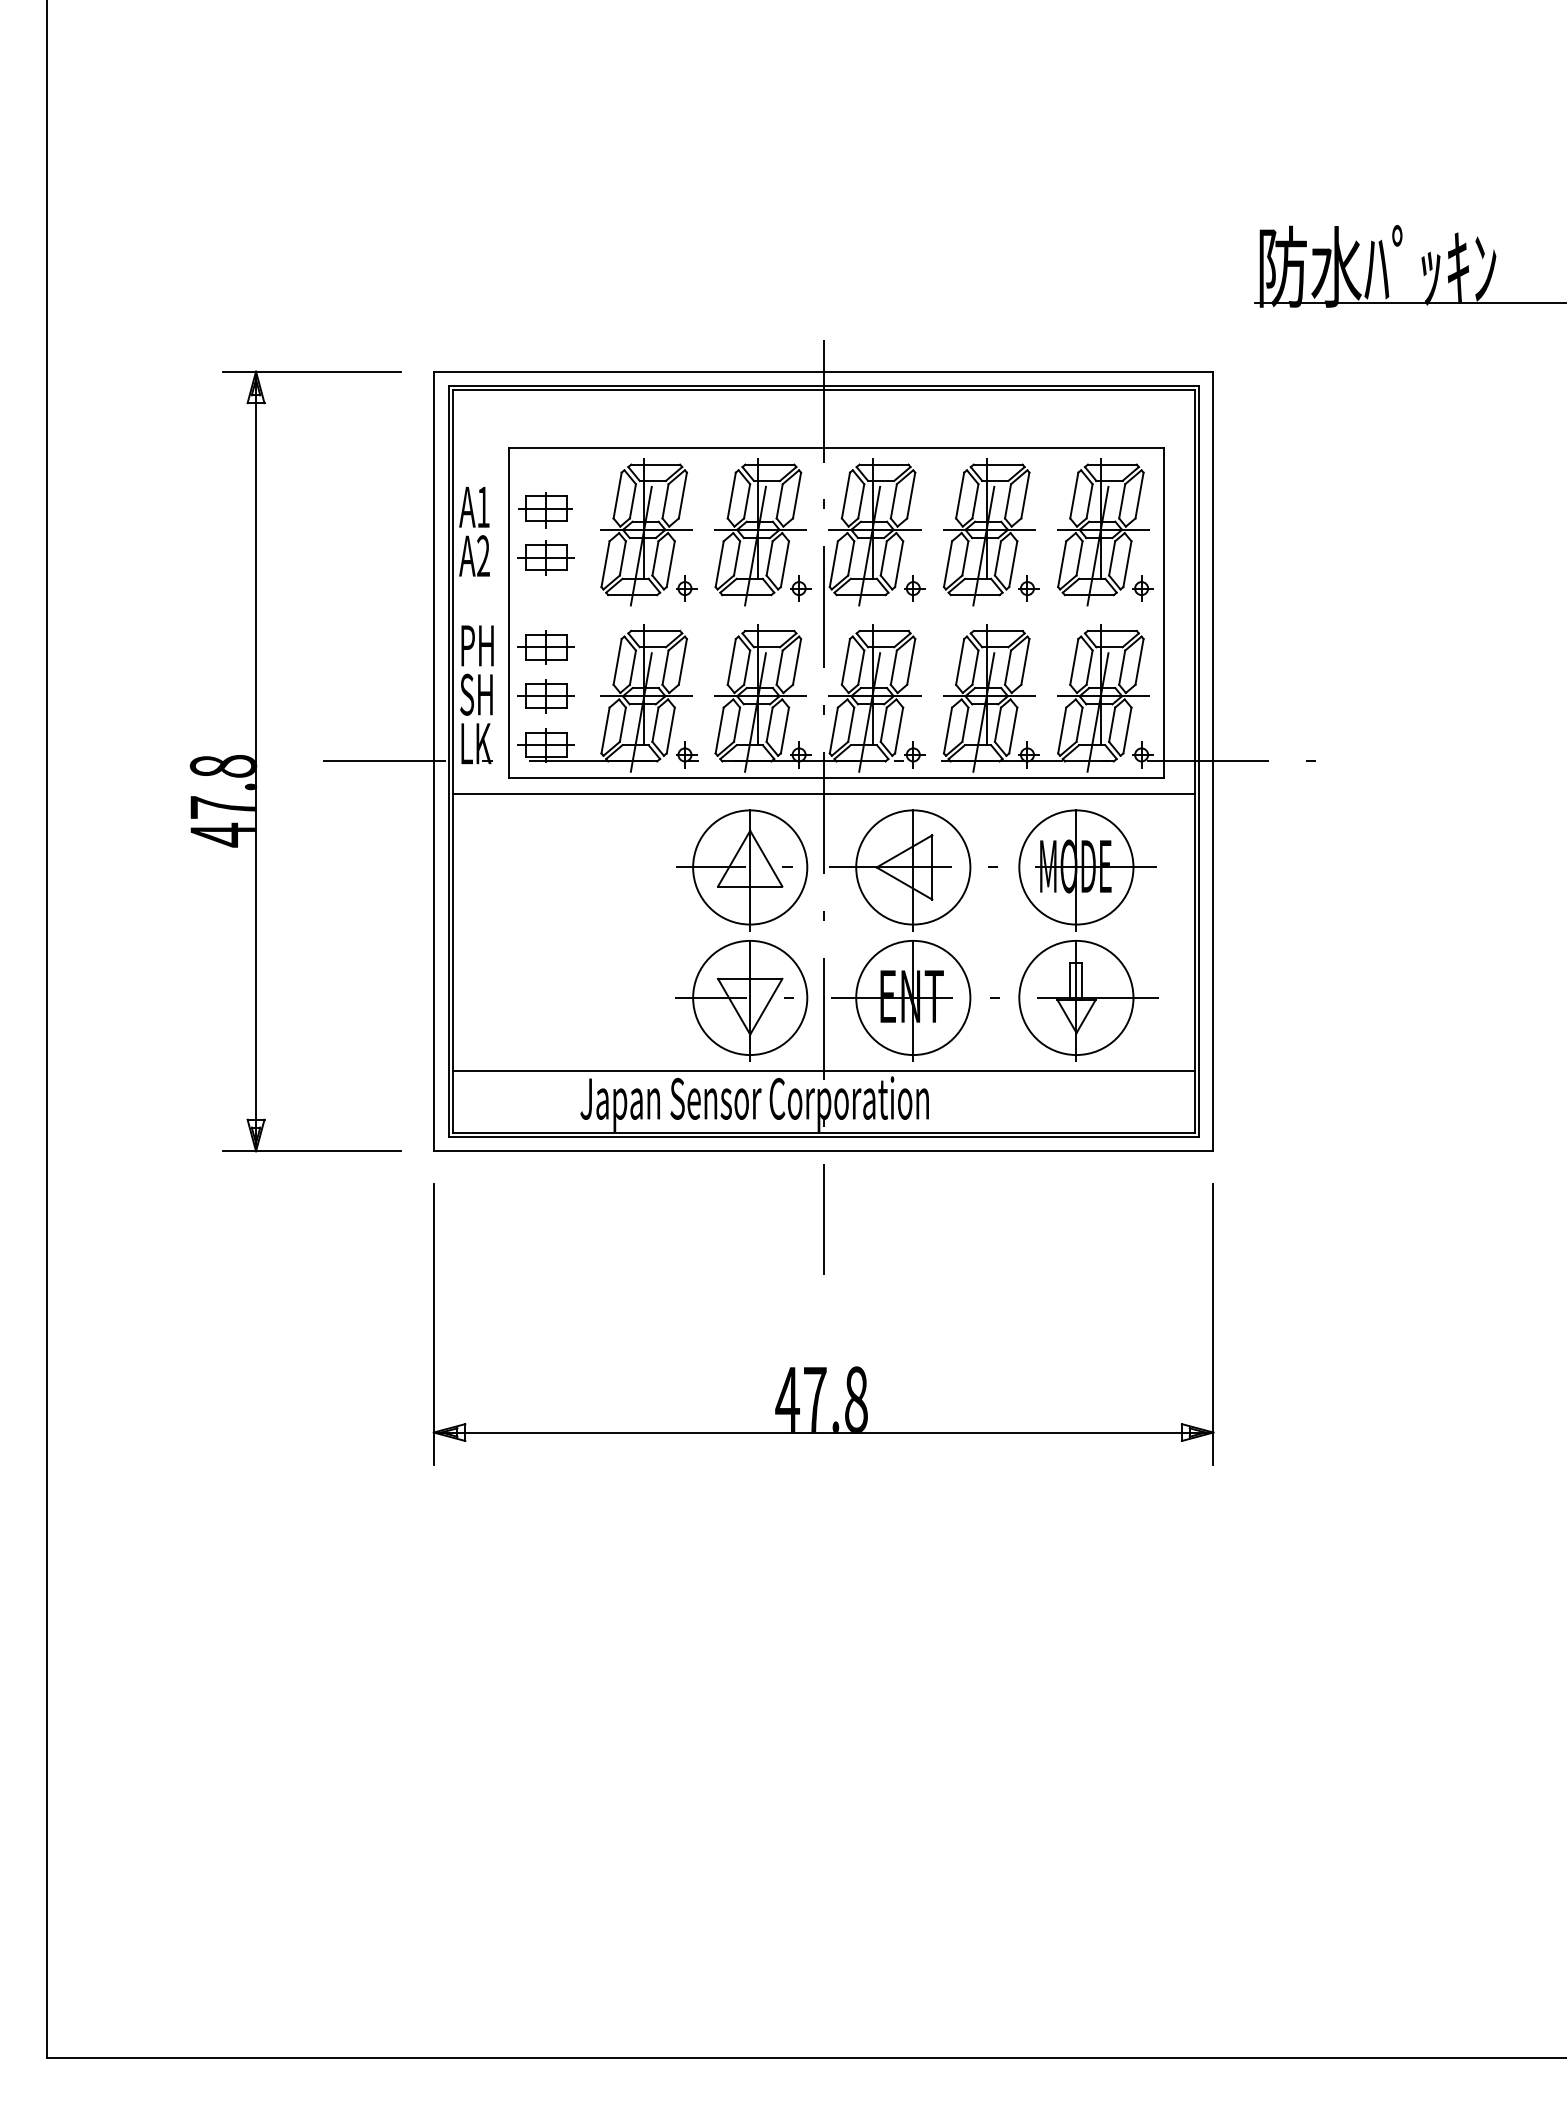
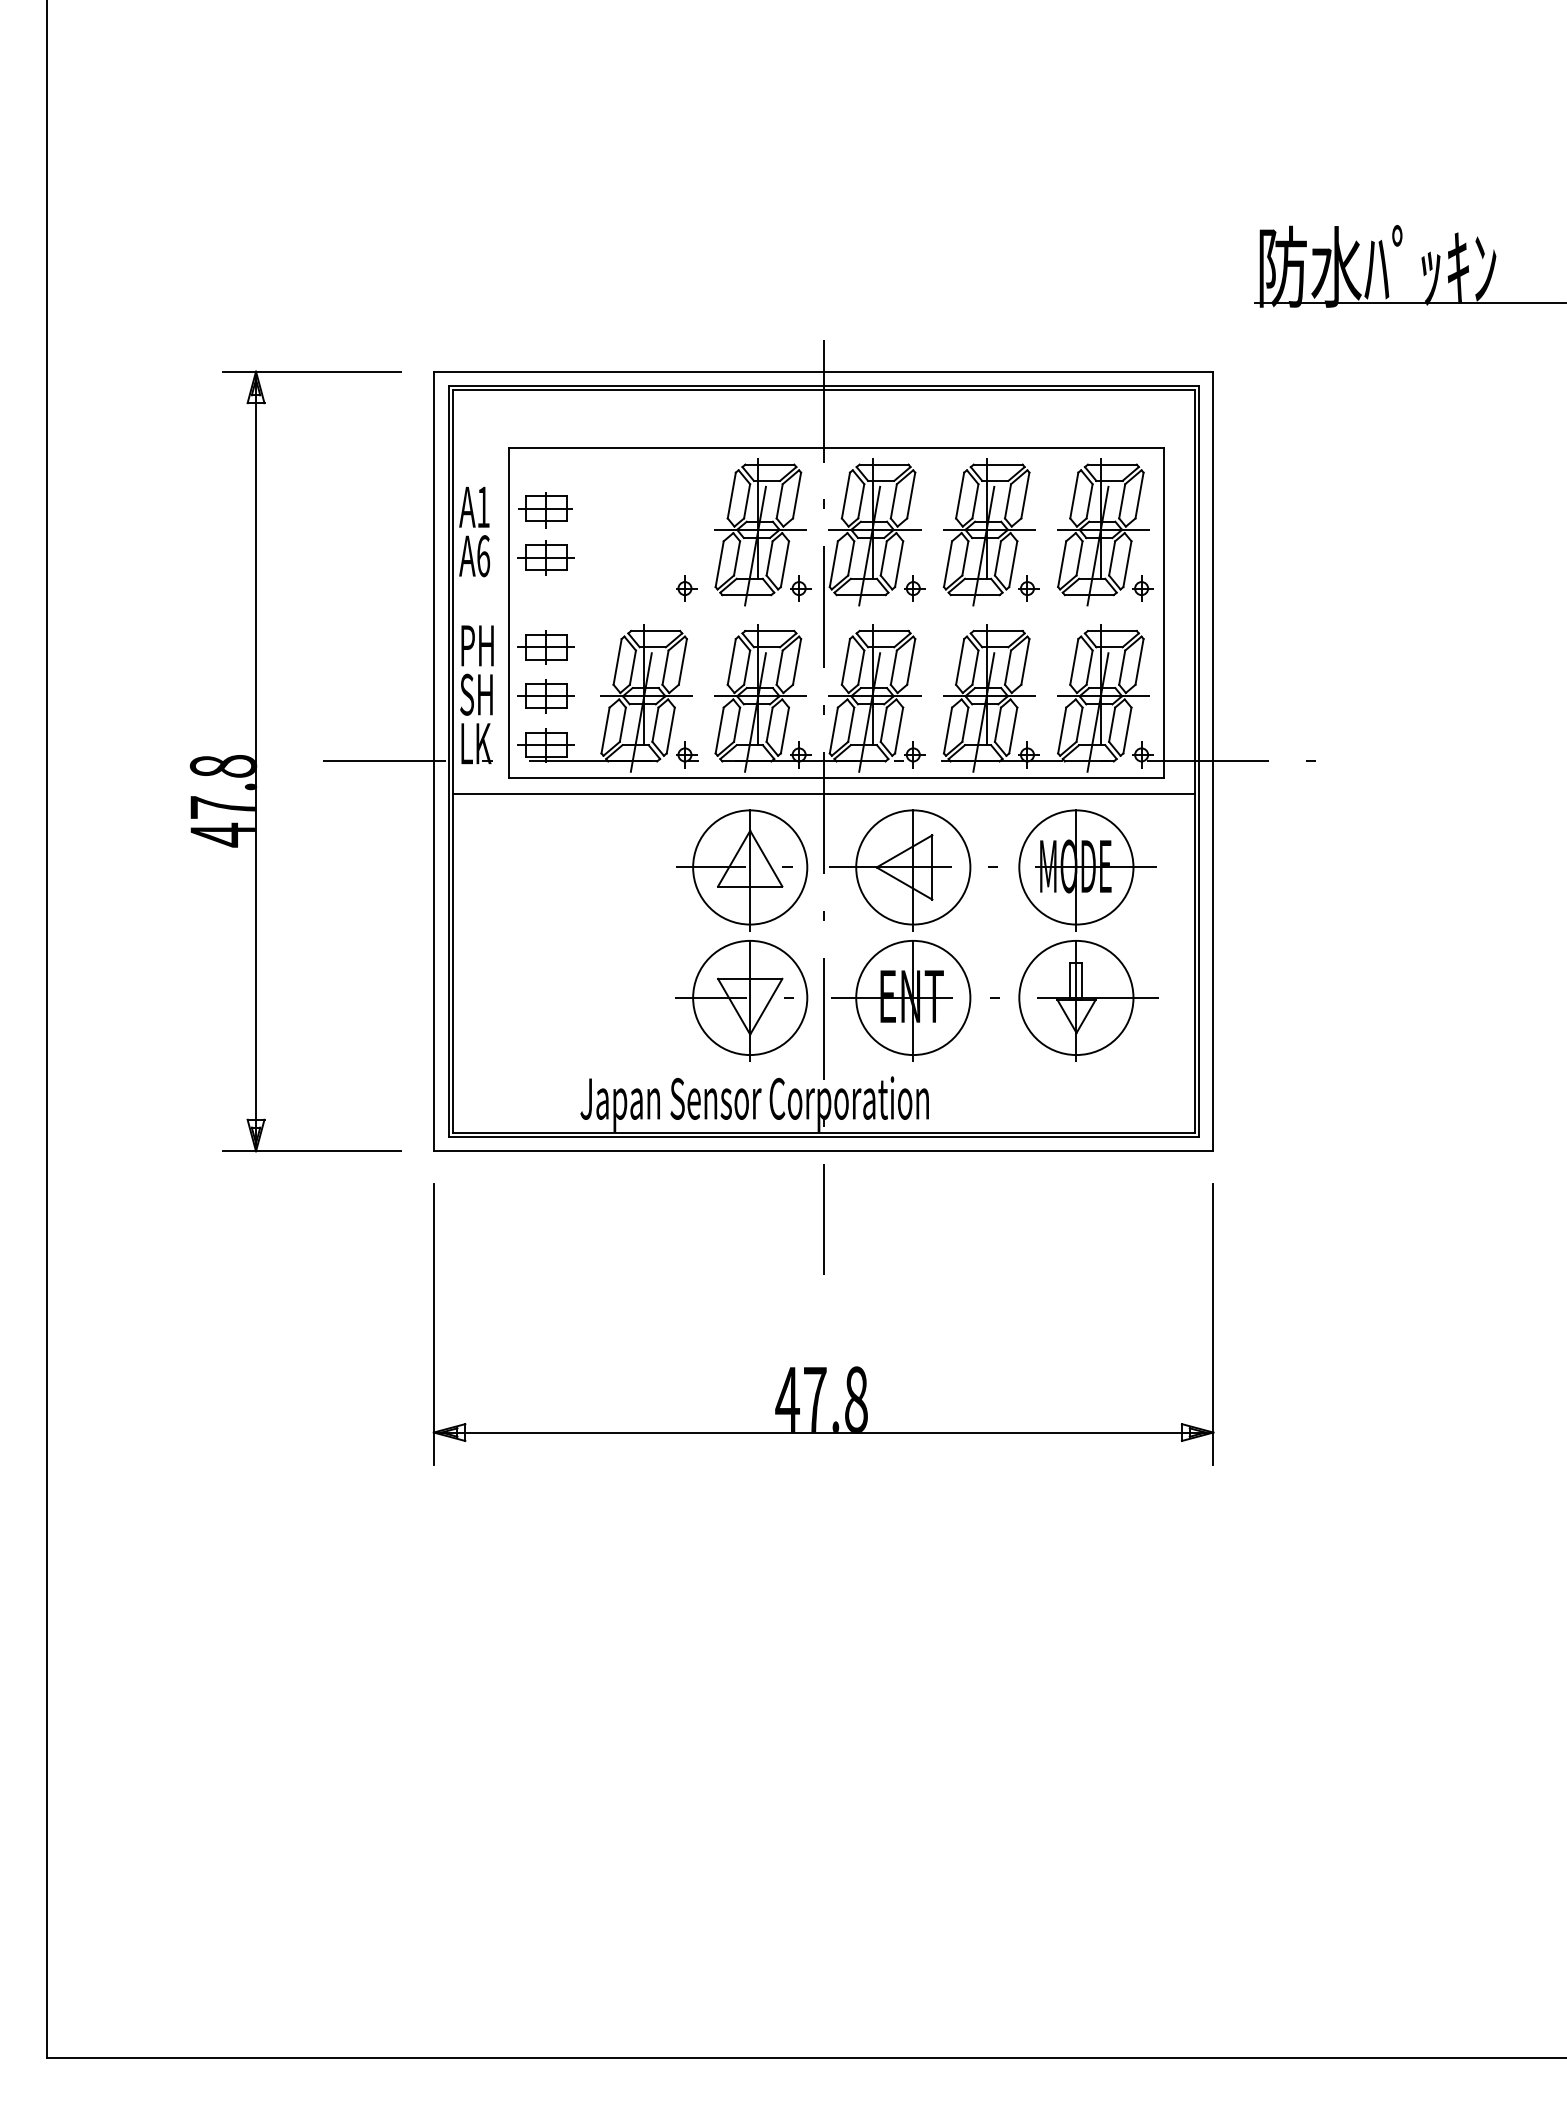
part at (646, 532): present -> none
text at (483, 556): A2 -> A6
line at (823, 1071): present -> none
